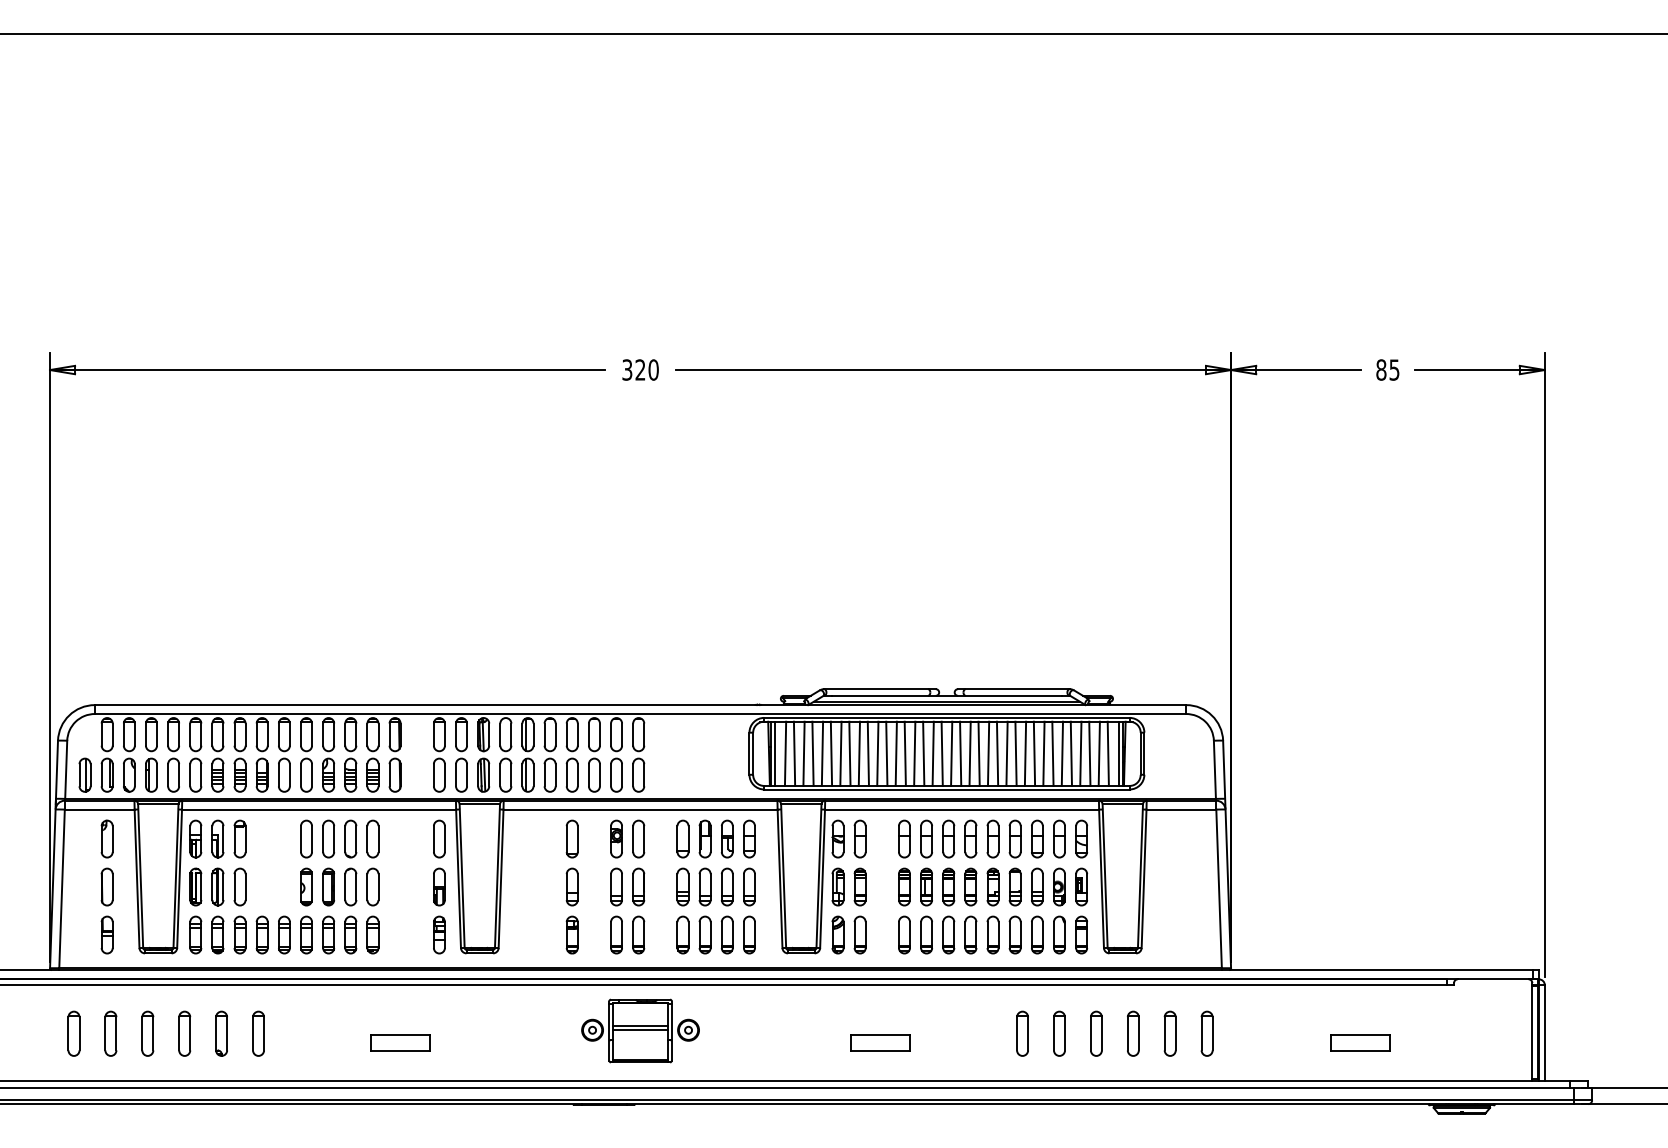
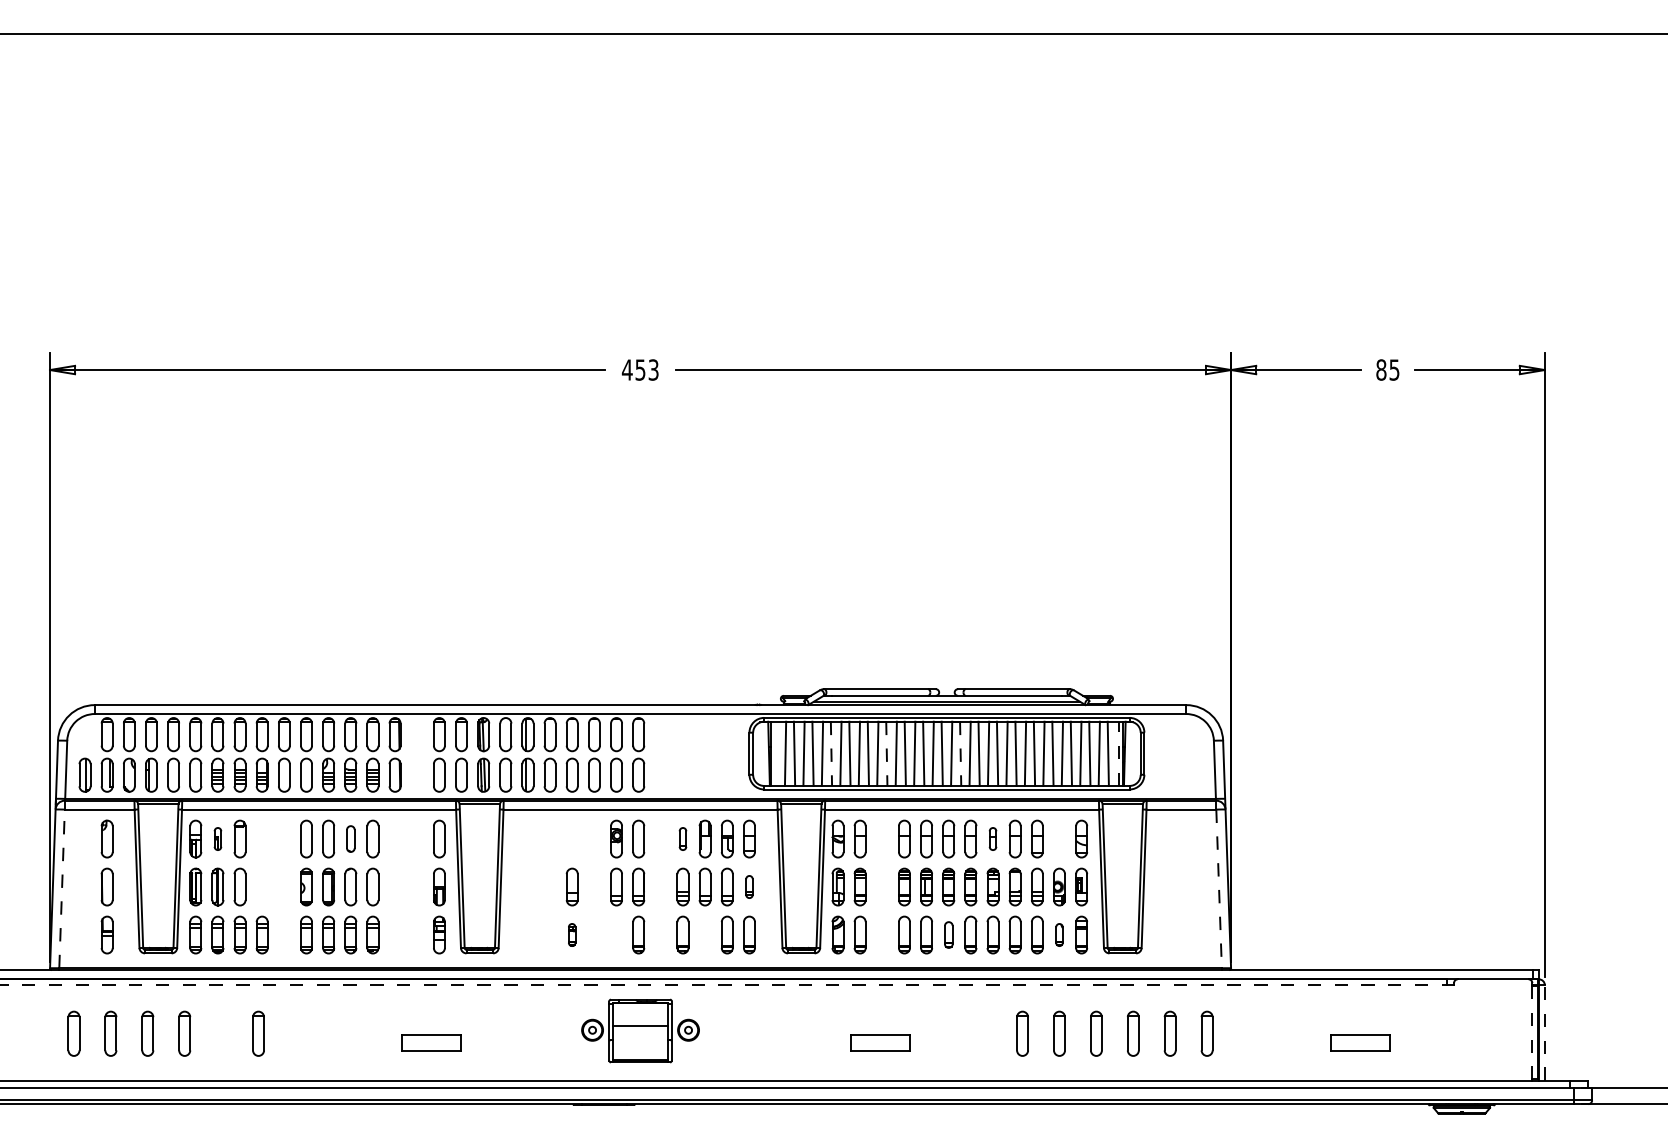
text at (639, 369): 320 -> 453
line at (775, 753): present -> none
line at (1118, 753): solid -> dashed
line at (831, 754): solid -> dashed
line at (886, 754): solid -> dashed
line at (960, 754): solid -> dashed
part at (217, 838) size: 14x40 px -> 10x24 px
part at (350, 838) size: 14x40 px -> 10x28 px
part at (571, 838): present -> none
part at (682, 838) size: 14x40 px -> 10x24 px
part at (992, 838) size: 14x40 px -> 10x24 px
part at (1059, 838): present -> none
part at (749, 886) size: 13x40 px -> 9x24 px
line at (62, 888): solid -> dashed
line at (1219, 889): solid -> dashed
part at (284, 934): present -> none
part at (571, 934) size: 14x40 px -> 9x24 px
part at (616, 934): present -> none
part at (704, 934): present -> none
part at (948, 934) size: 14x40 px -> 10x28 px
part at (1059, 934) size: 13x40 px -> 9x24 px
line at (724, 985): solid -> dashed
line at (640, 1030): present -> none
line at (1532, 1032): solid -> dashed
part at (221, 1033): present -> none
line at (1544, 1033): solid -> dashed
part at (400, 1042) position: (400, 1042) -> (431, 1042)
